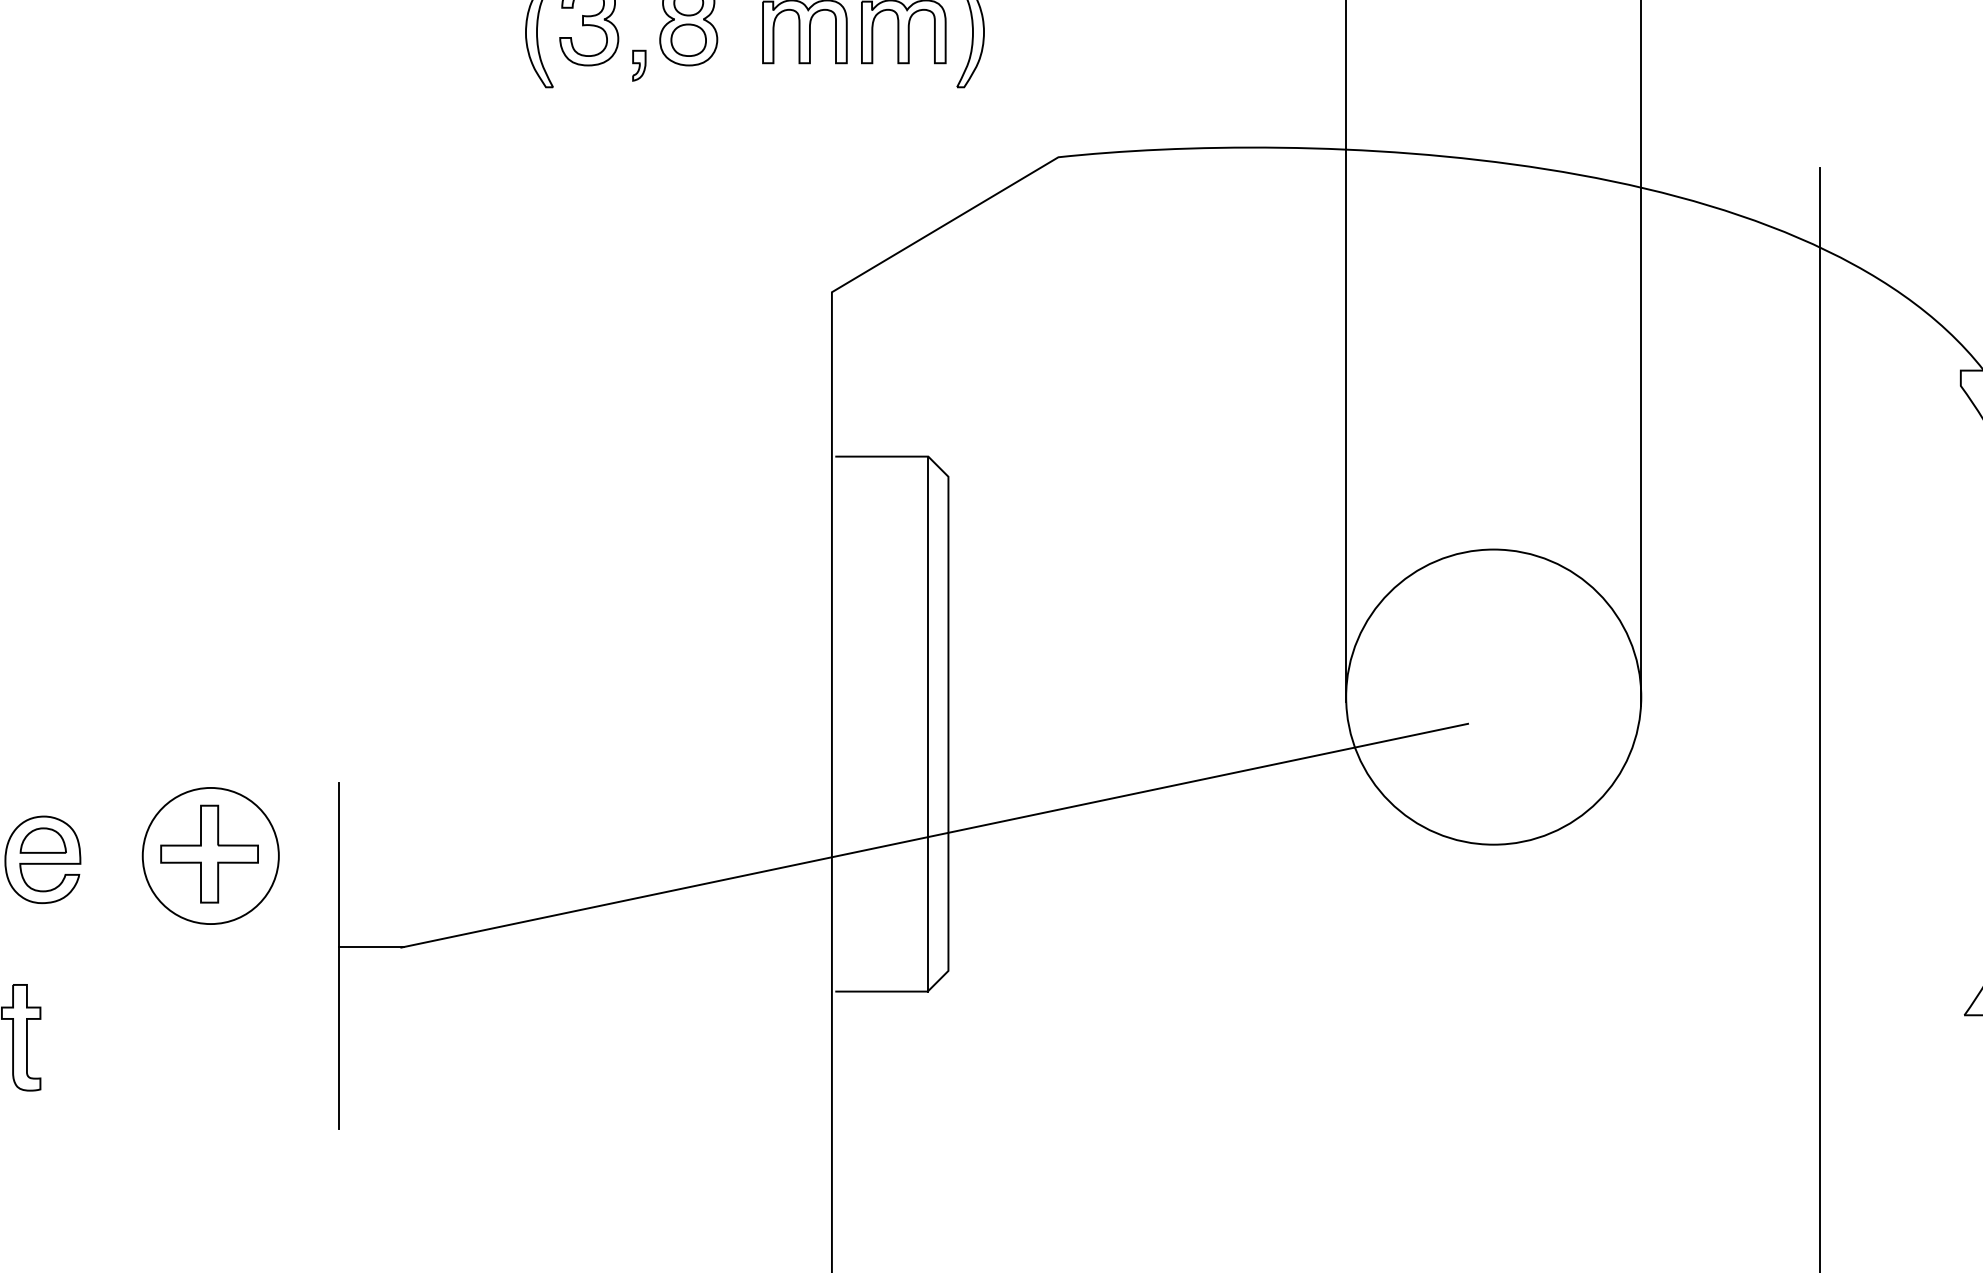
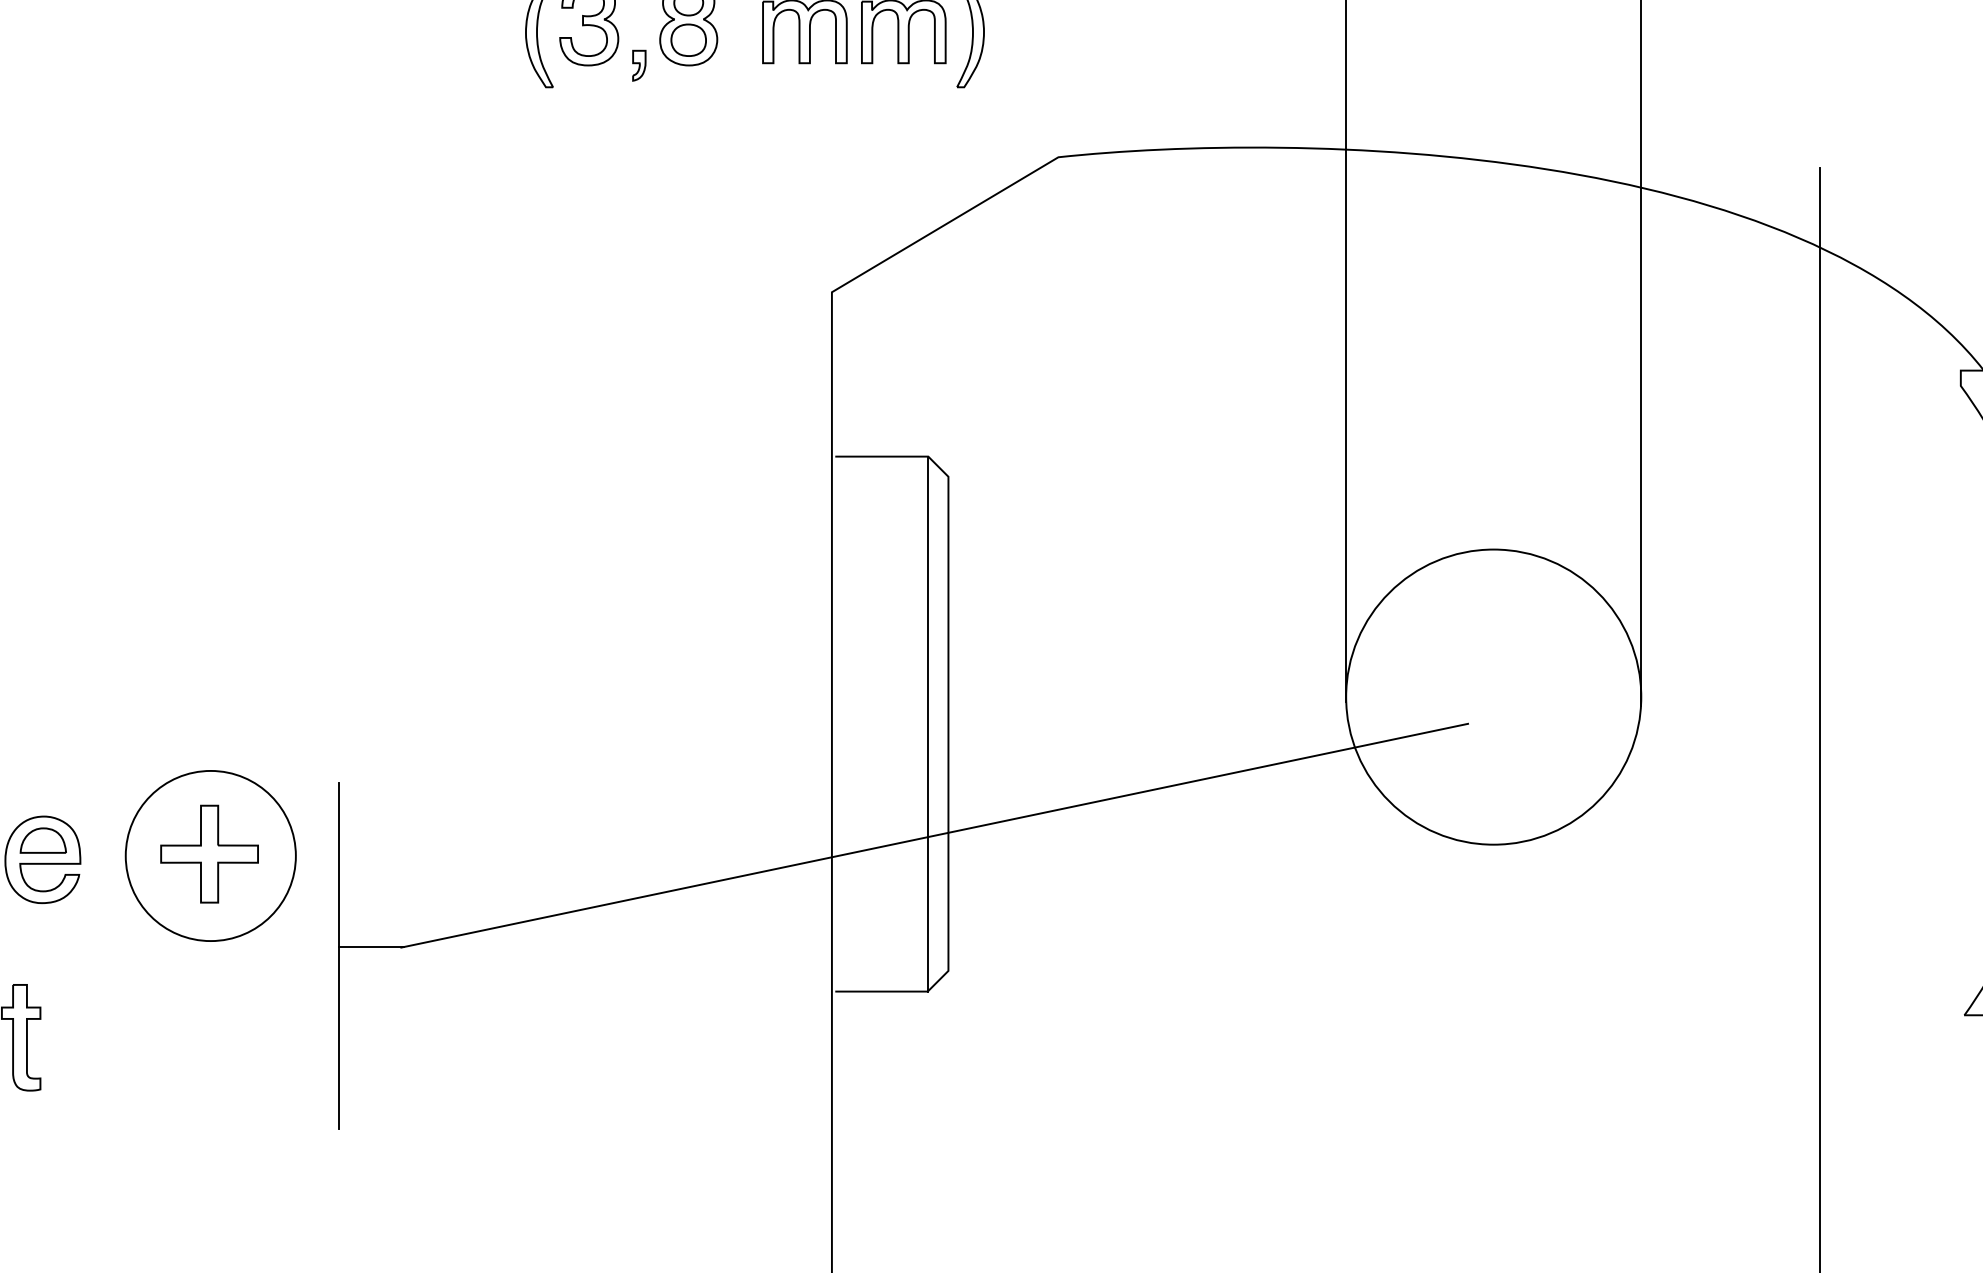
circle at (210, 855) diameter: 136 px -> 170 px
